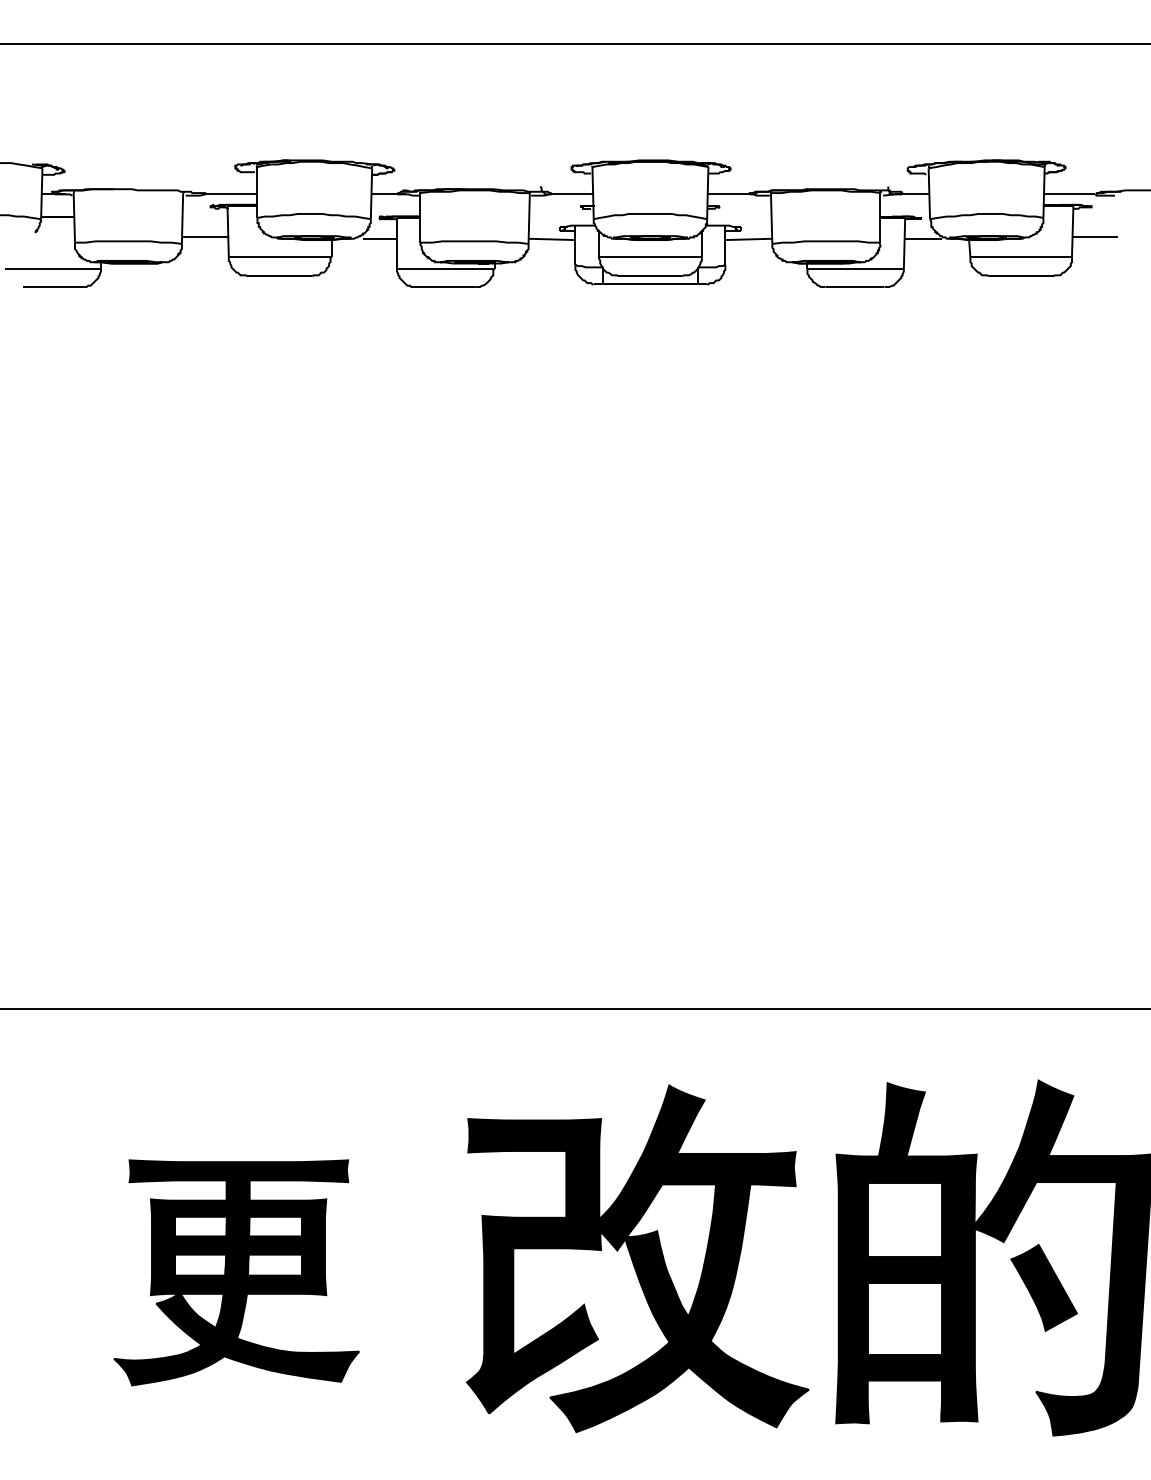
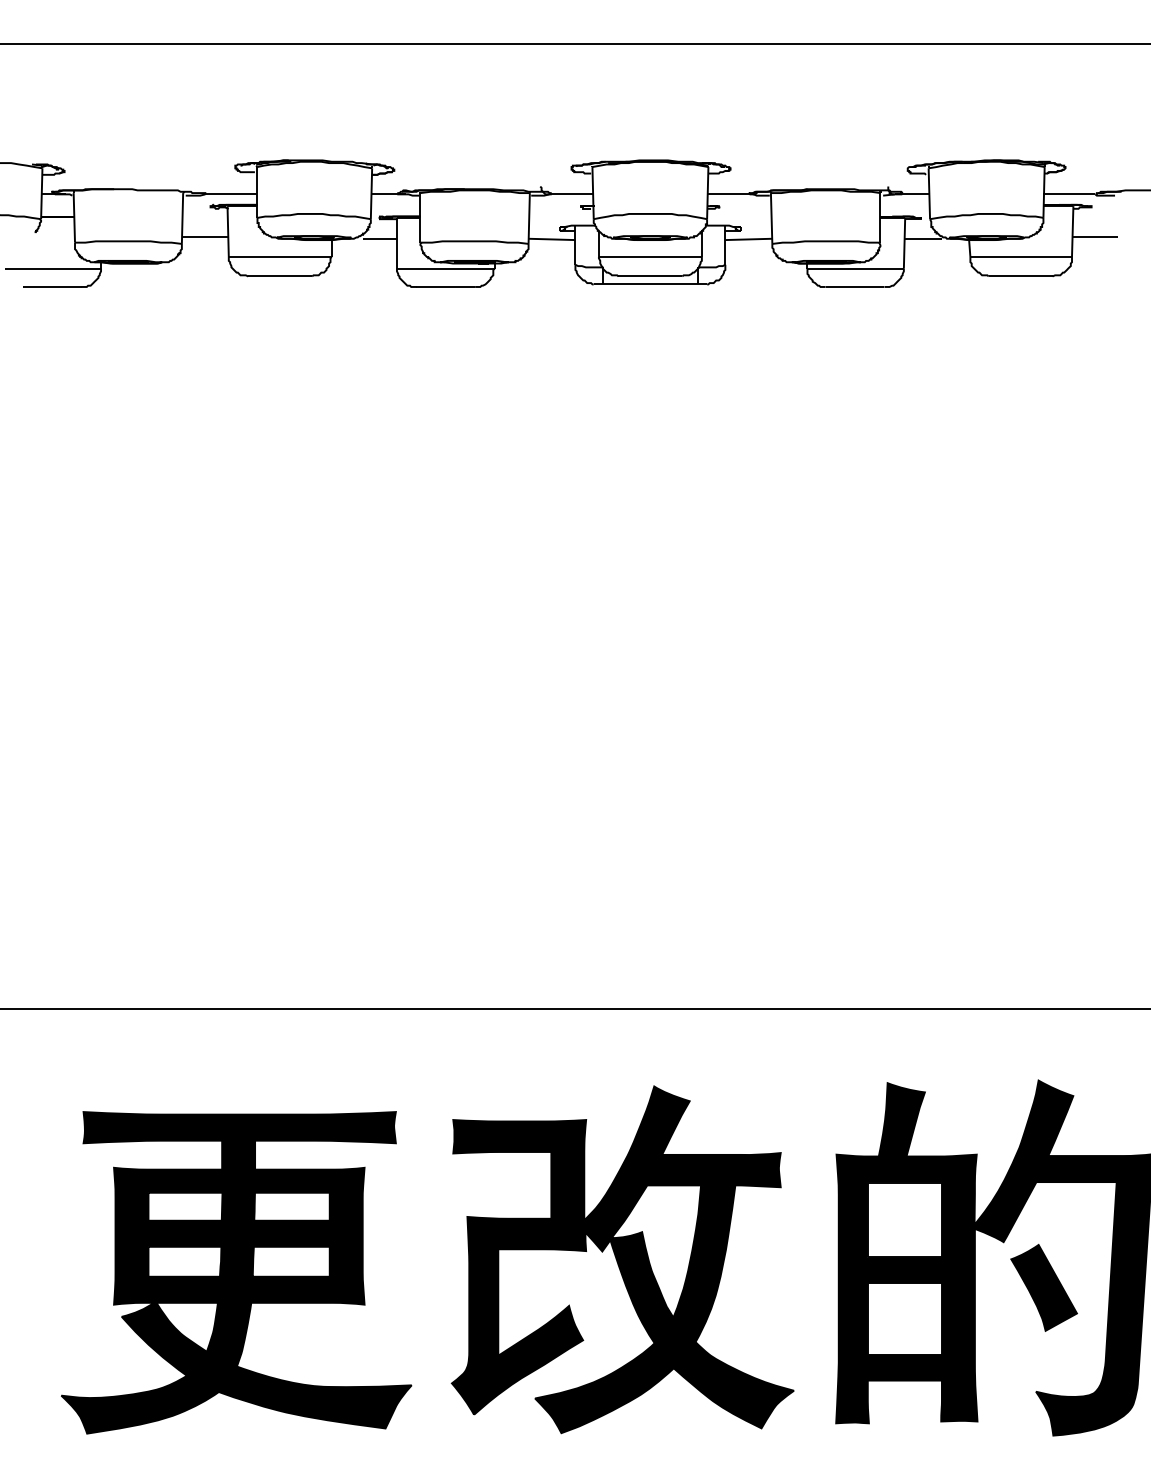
part at (637, 1258) position: (637, 1258) -> (622, 1259)
part at (236, 1272) size: 247x228 px -> 352x324 px
